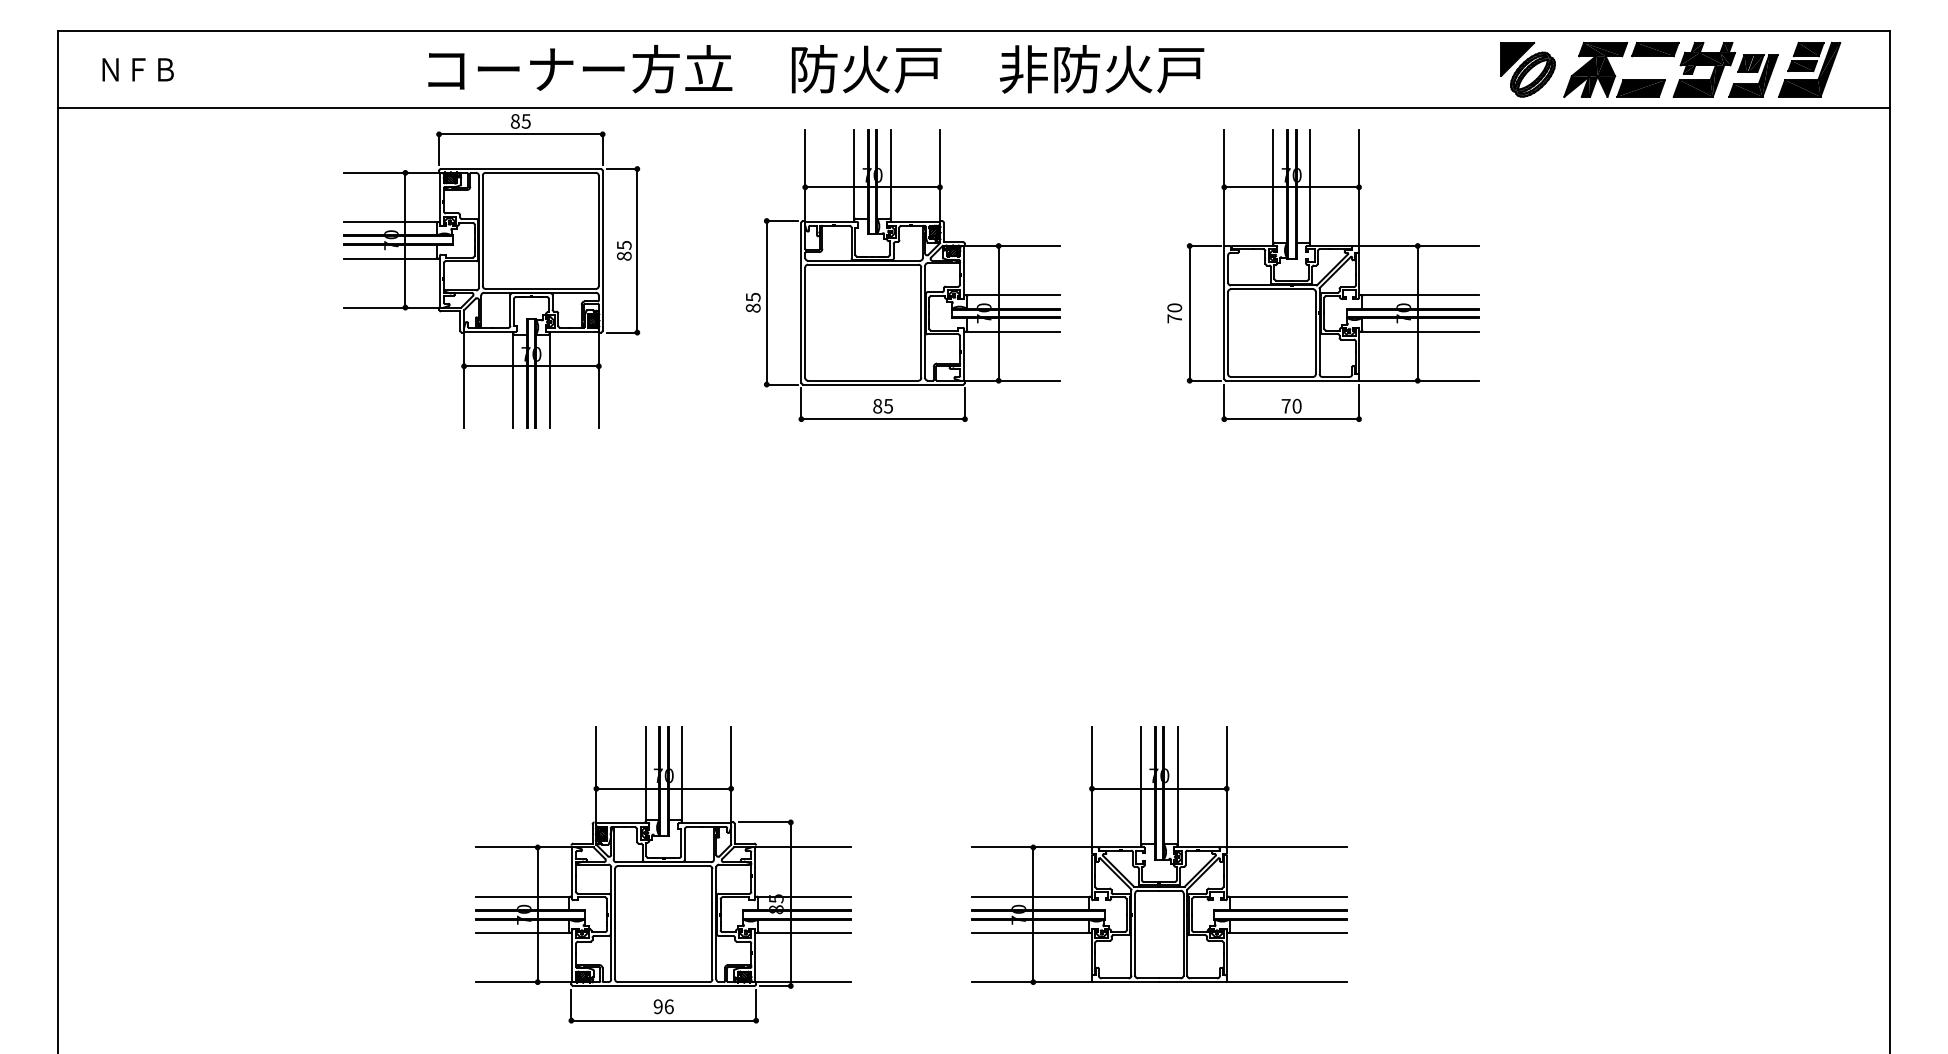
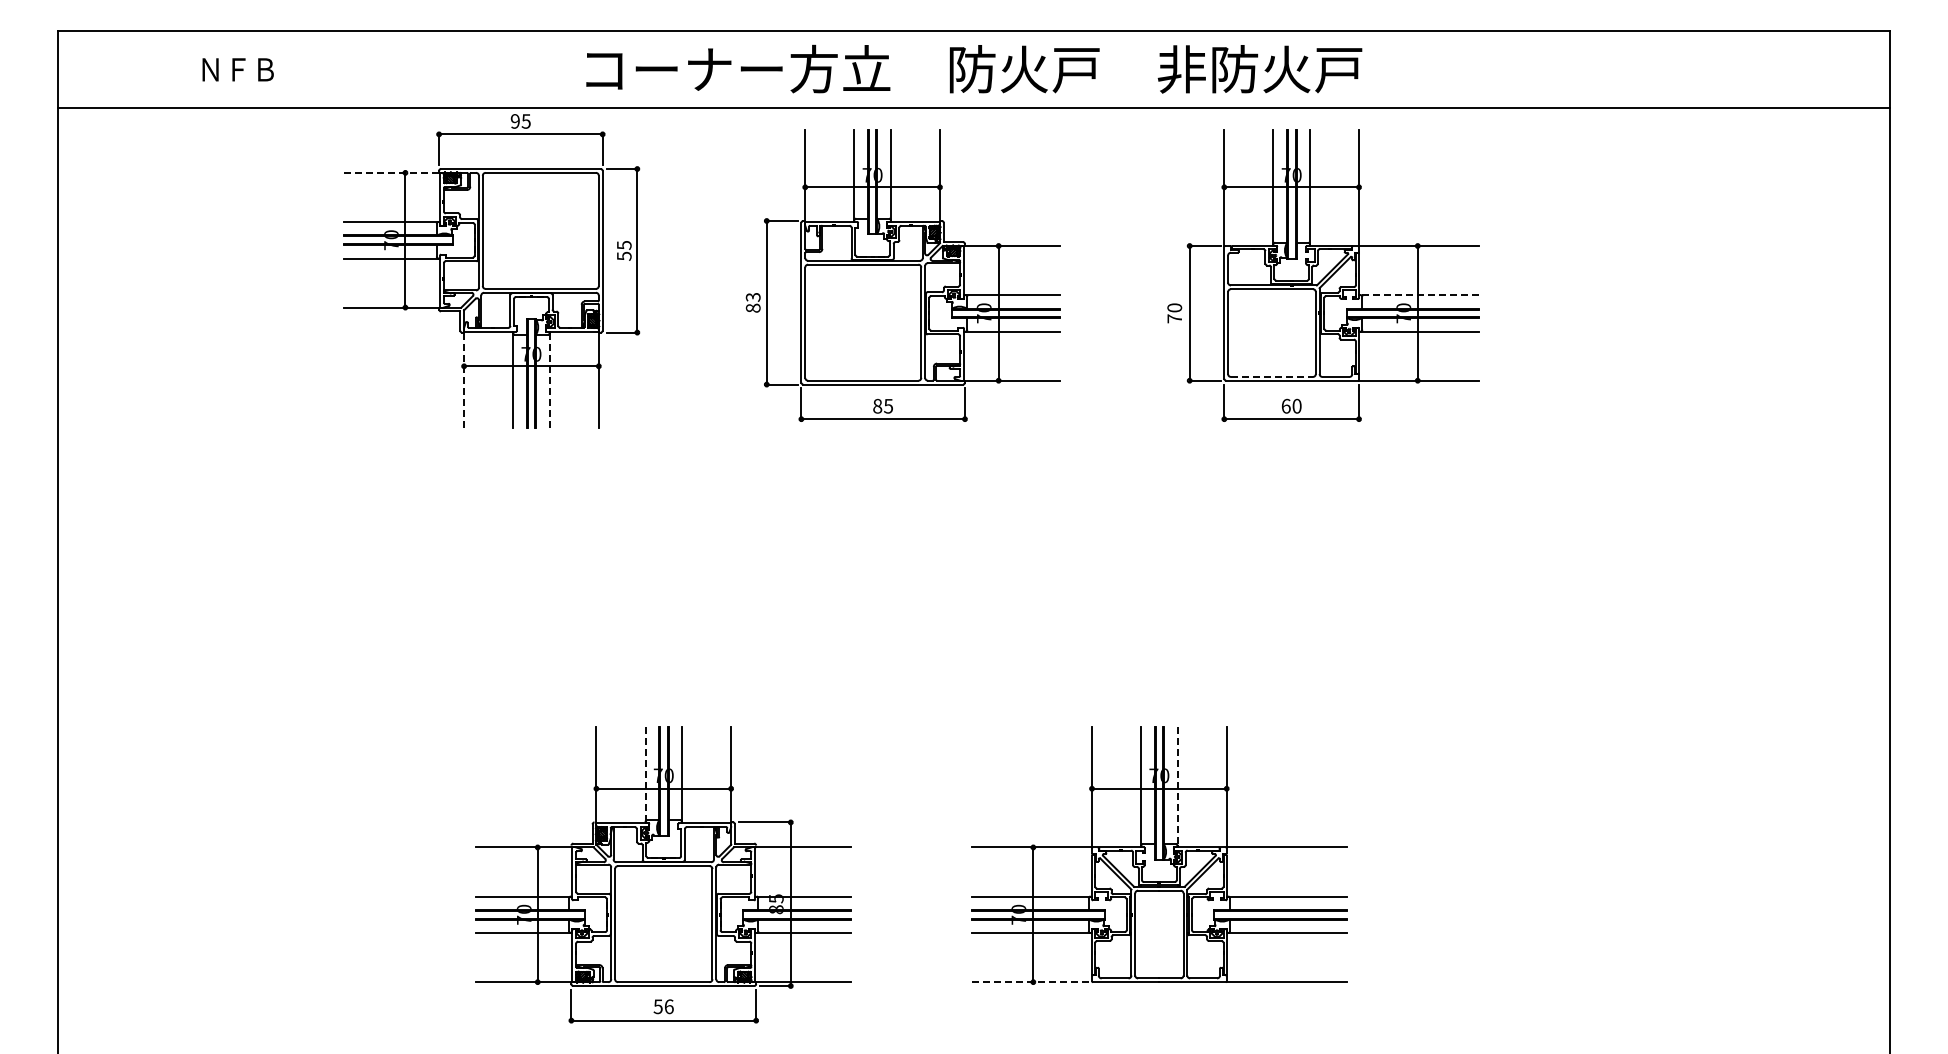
part at (1679, 65): present -> none
text at (816, 68) position: (816, 68) -> (974, 68)
text at (137, 69) position: (137, 69) -> (237, 69)
text at (514, 121): 85 -> 95
line at (392, 172): solid -> dashed
text at (624, 255): 85 -> 55
line at (1418, 295): solid -> dashed
text at (752, 297): 85 -> 83
line at (1271, 376): solid -> dashed
line at (464, 379): solid -> dashed
line at (549, 379): solid -> dashed
text at (1285, 405): 70 -> 60
line at (645, 775): solid -> dashed
line at (1177, 787): solid -> dashed
line at (1032, 982): solid -> dashed
text at (657, 1006): 96 -> 56
